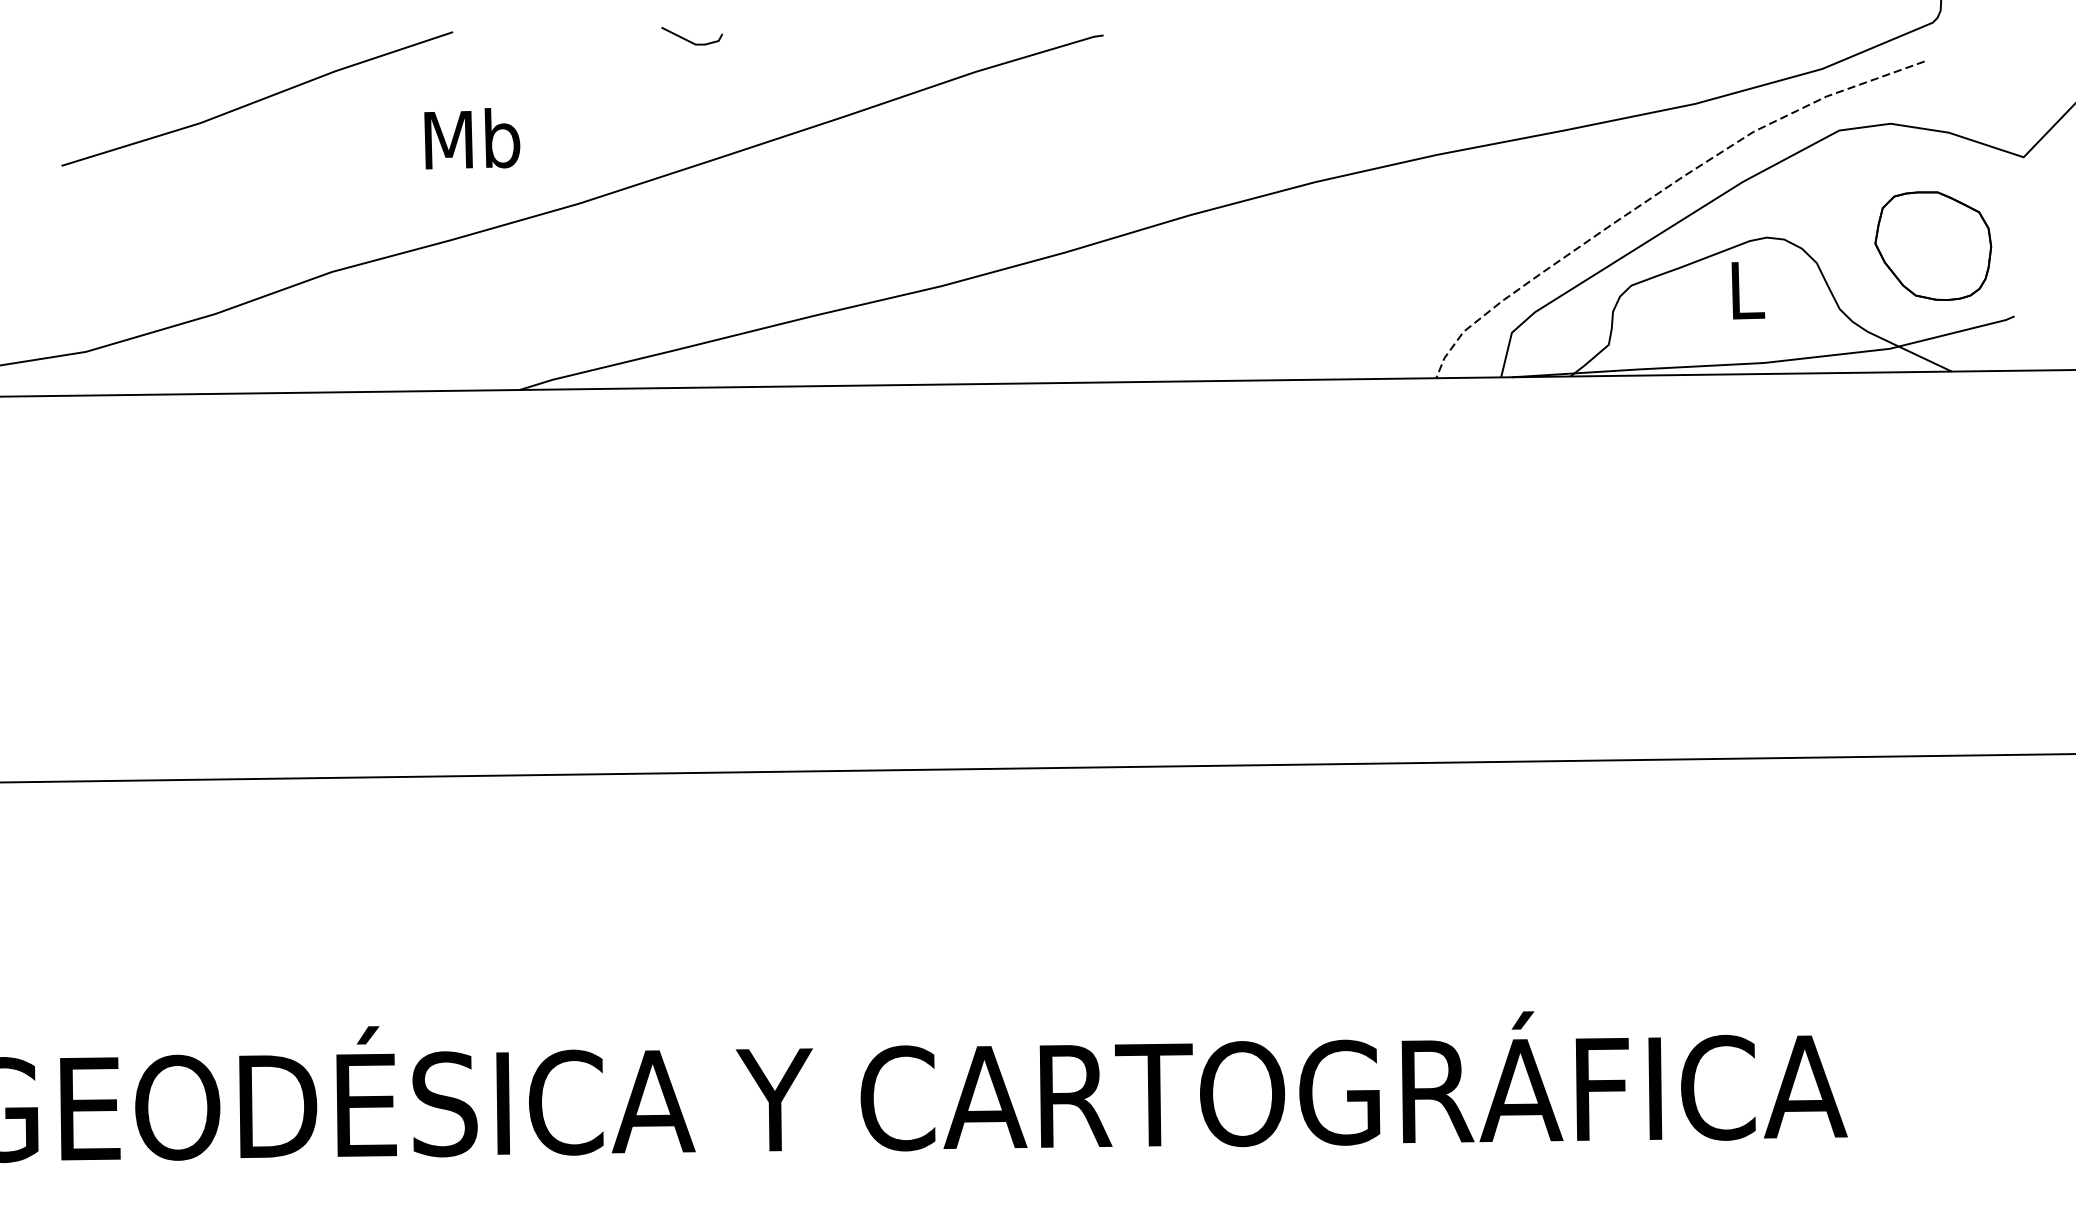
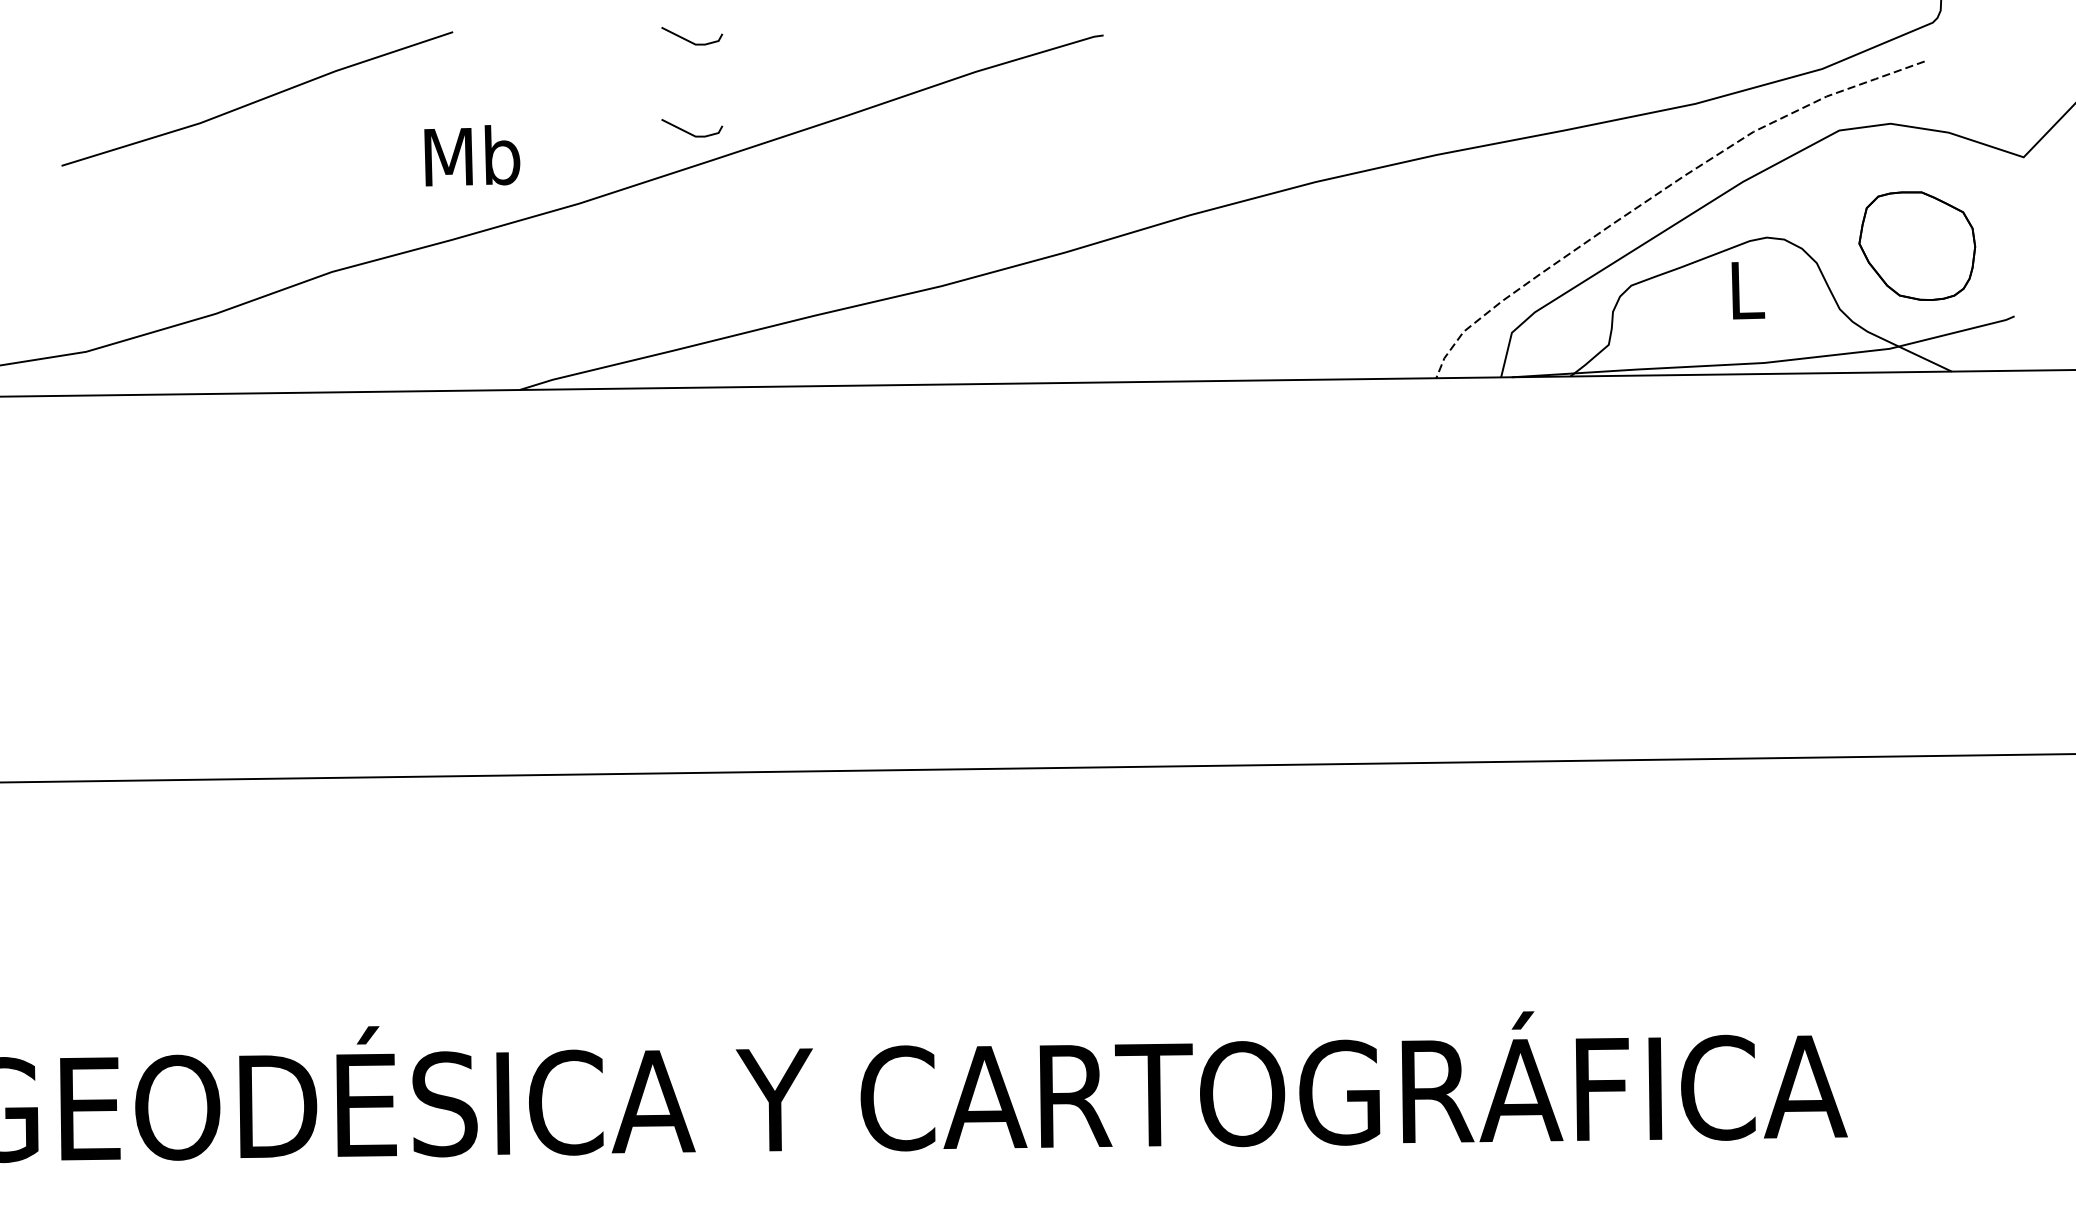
line at (689, 132): none -> present
text at (472, 138) position: (472, 138) -> (472, 155)
part at (1933, 245) position: (1933, 245) -> (1917, 245)
